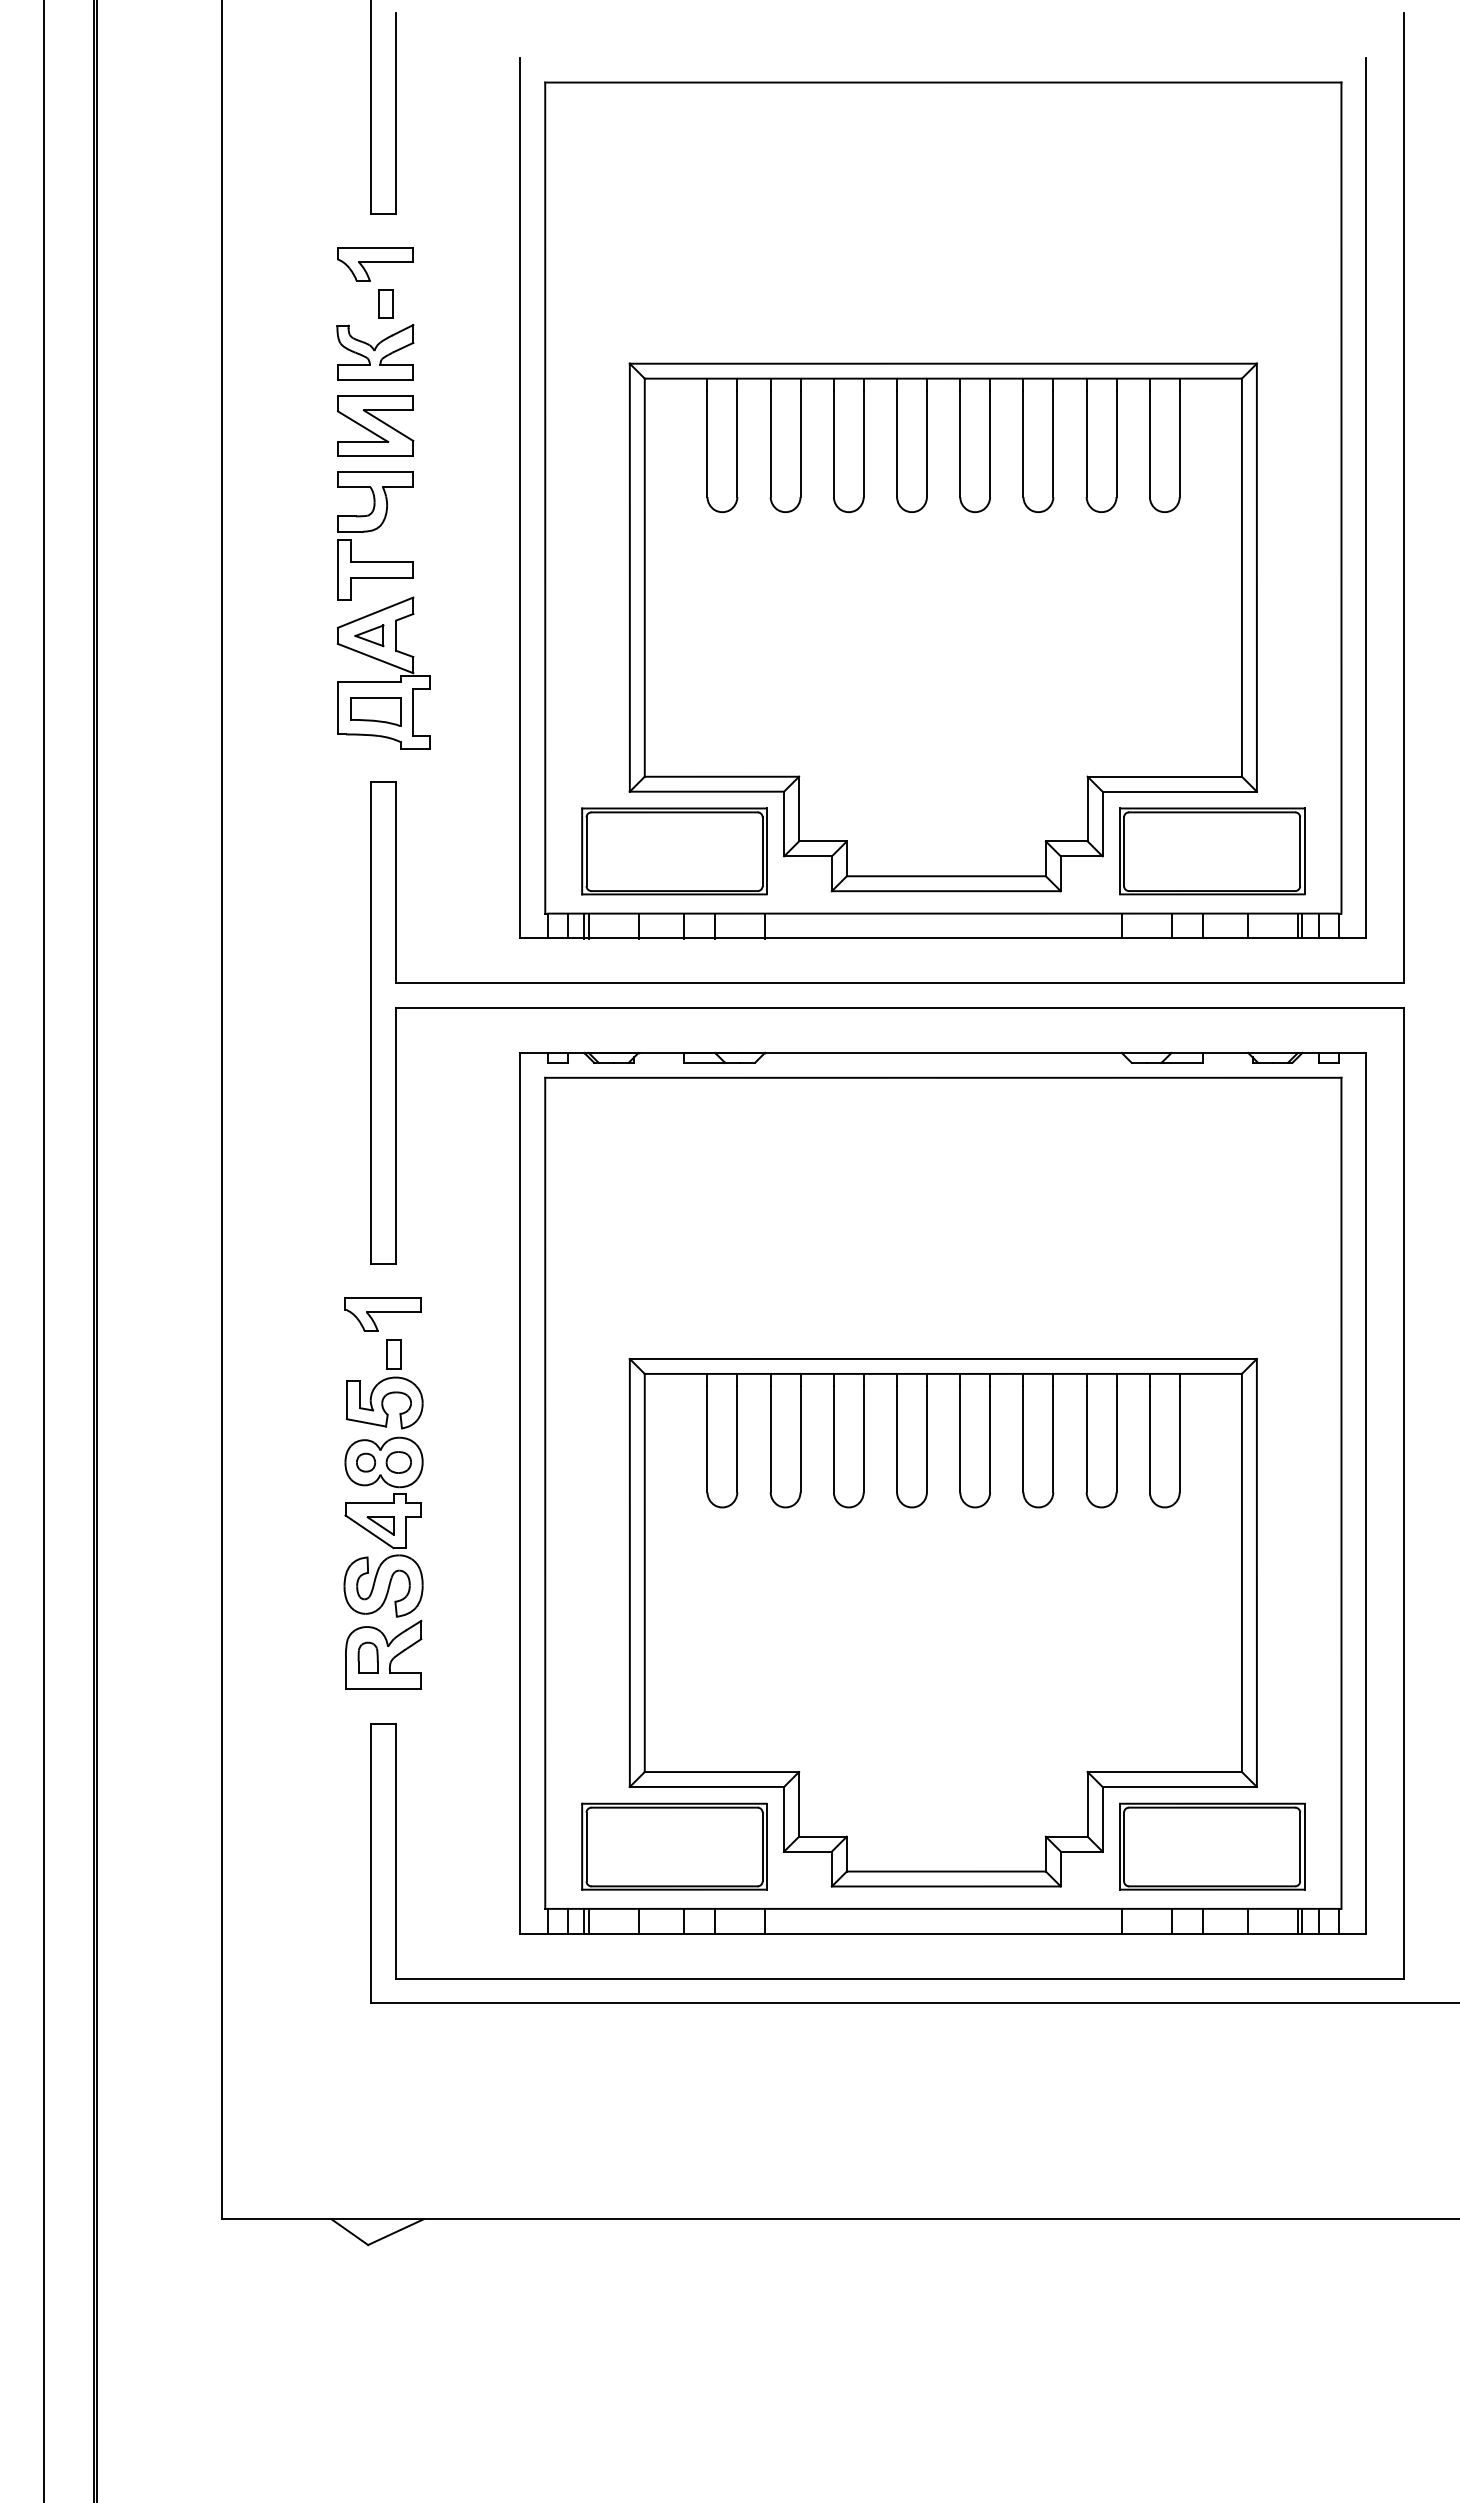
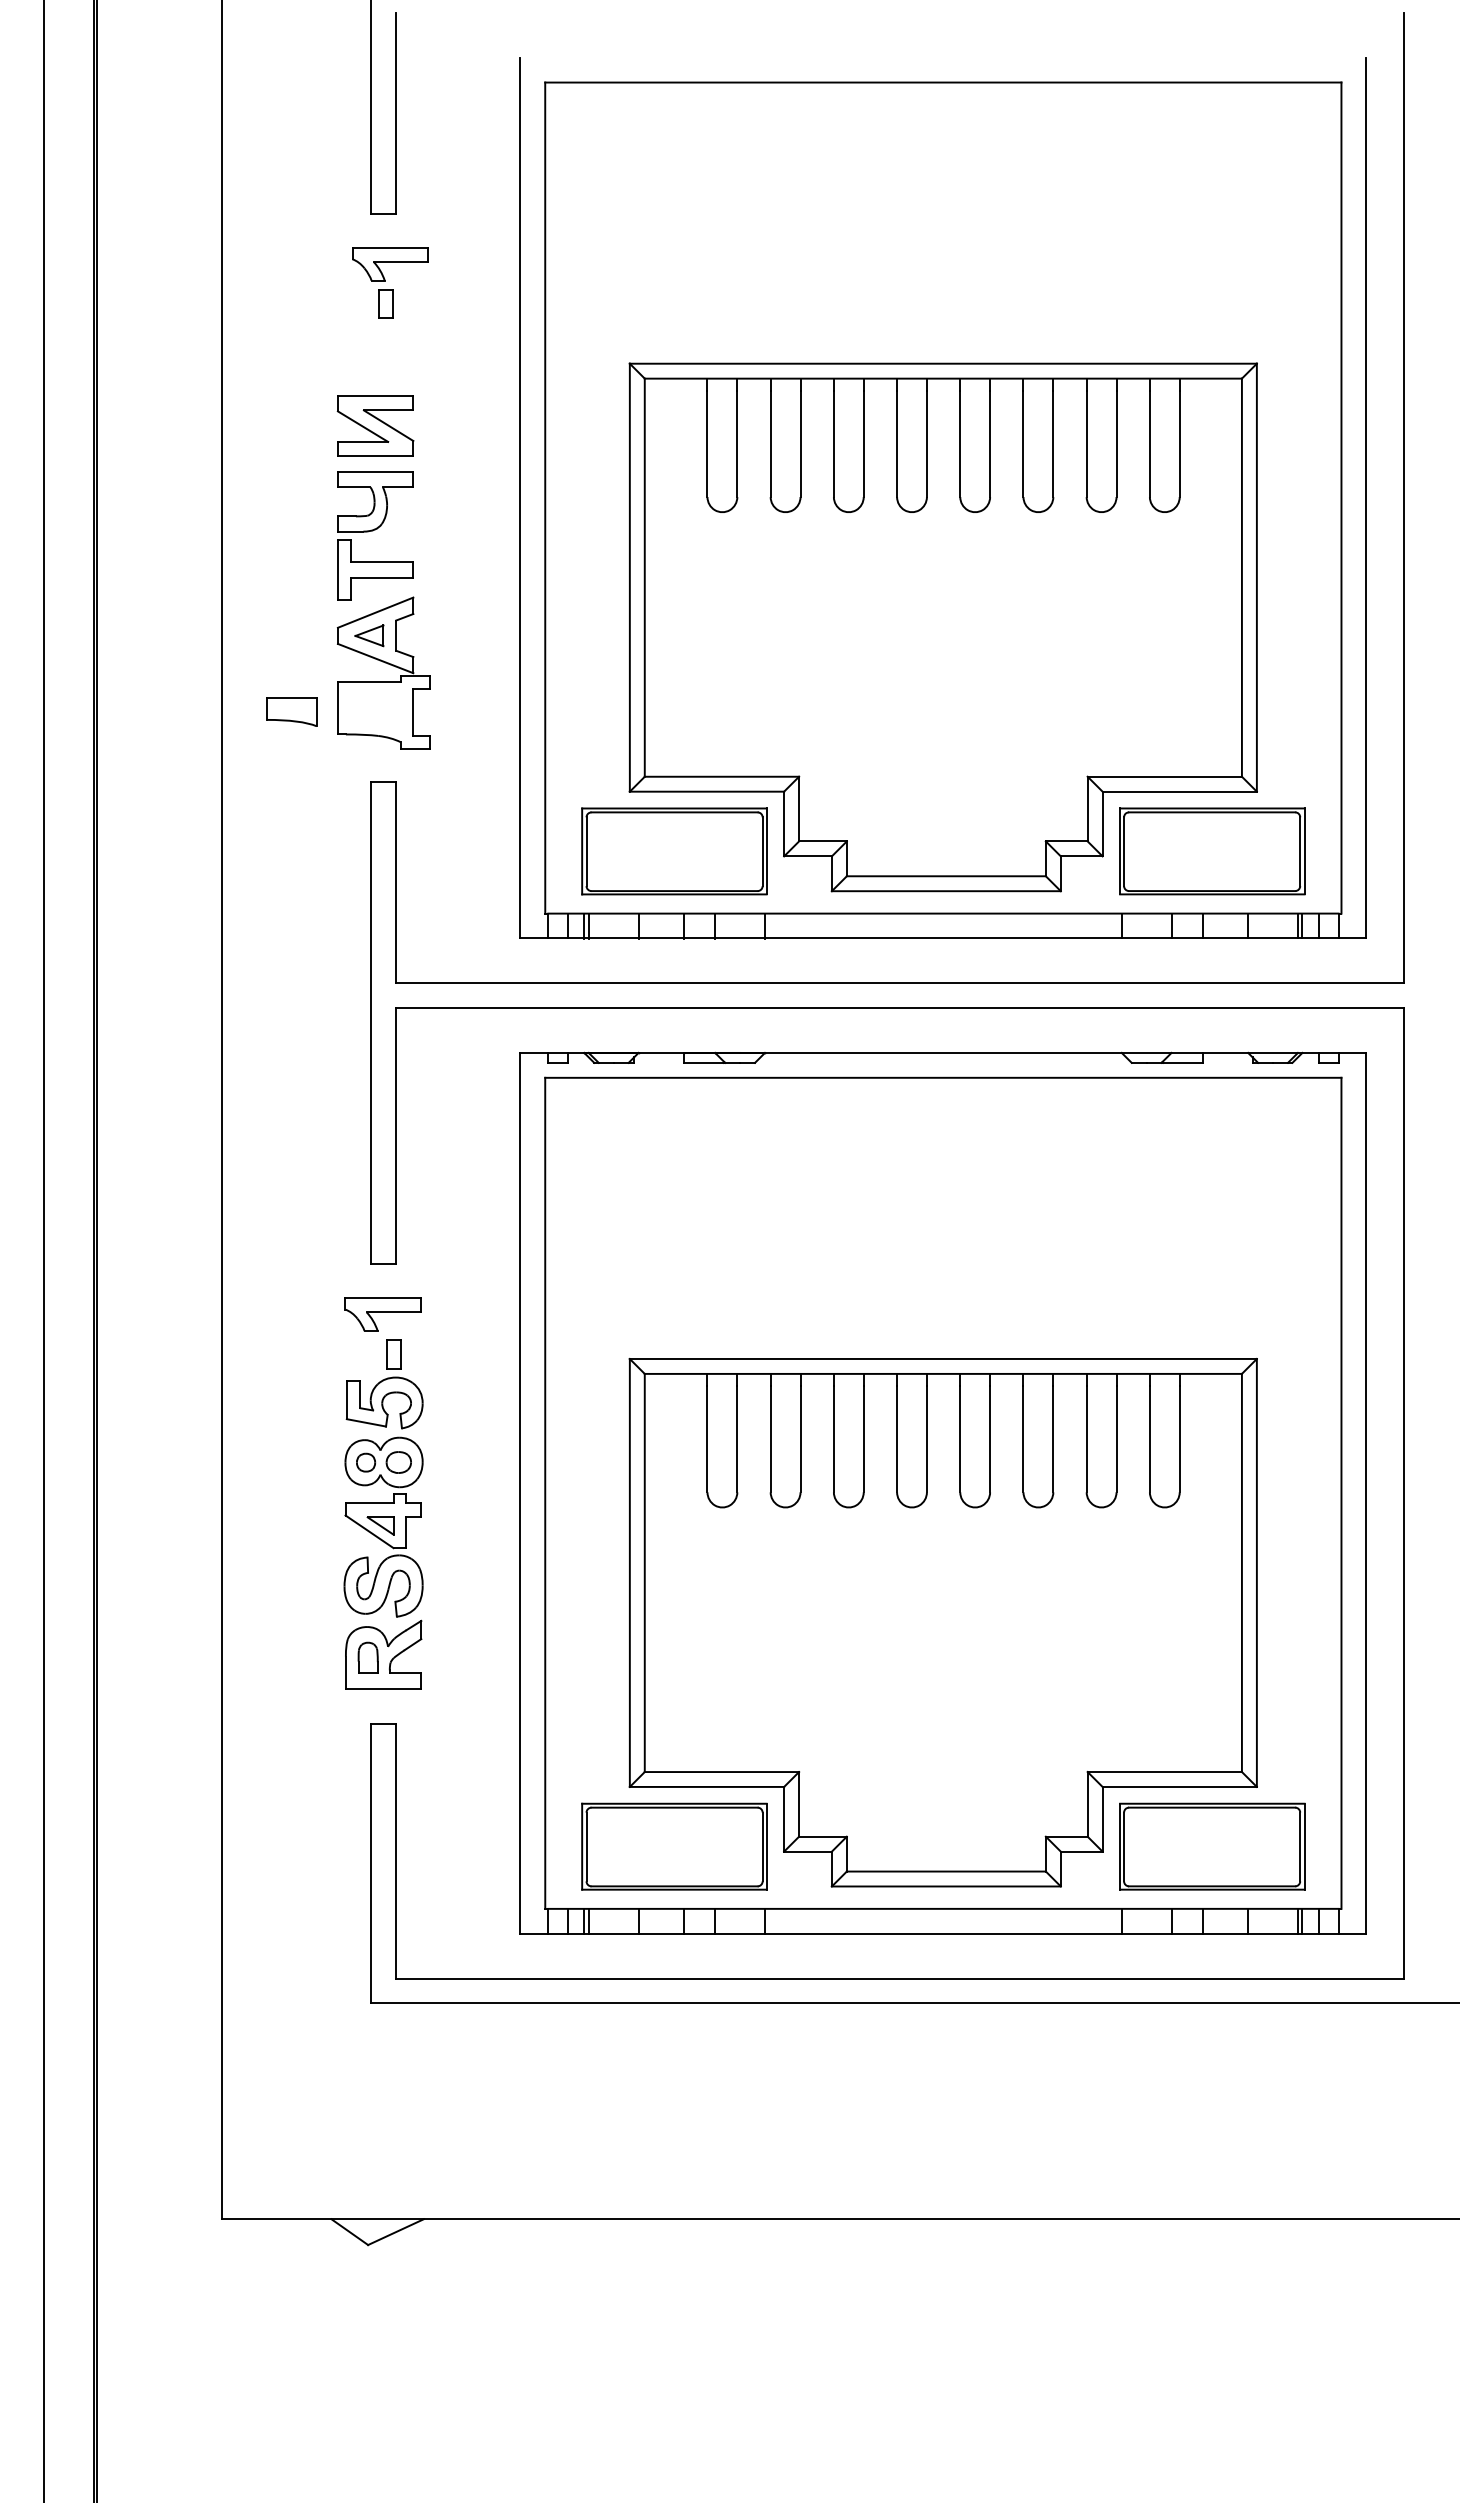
part at (375, 264) position: (375, 264) -> (390, 264)
part at (375, 352): present -> none
part at (375, 711) position: (375, 711) -> (291, 711)
